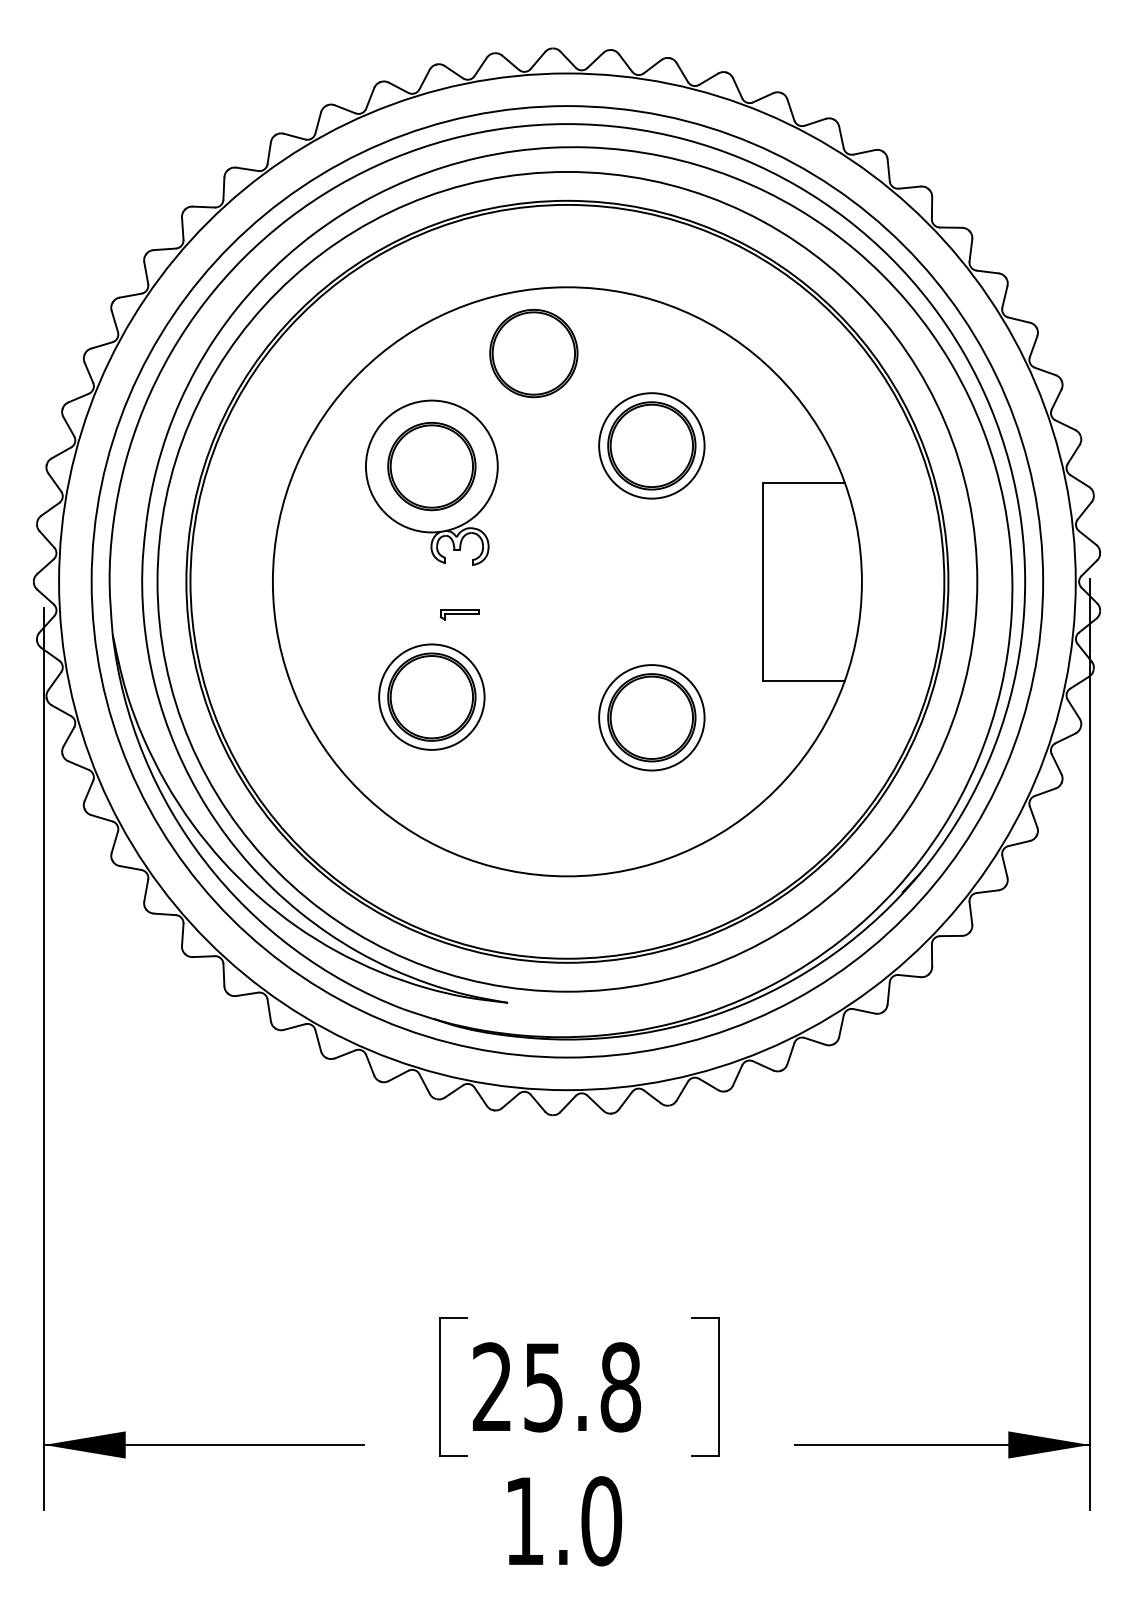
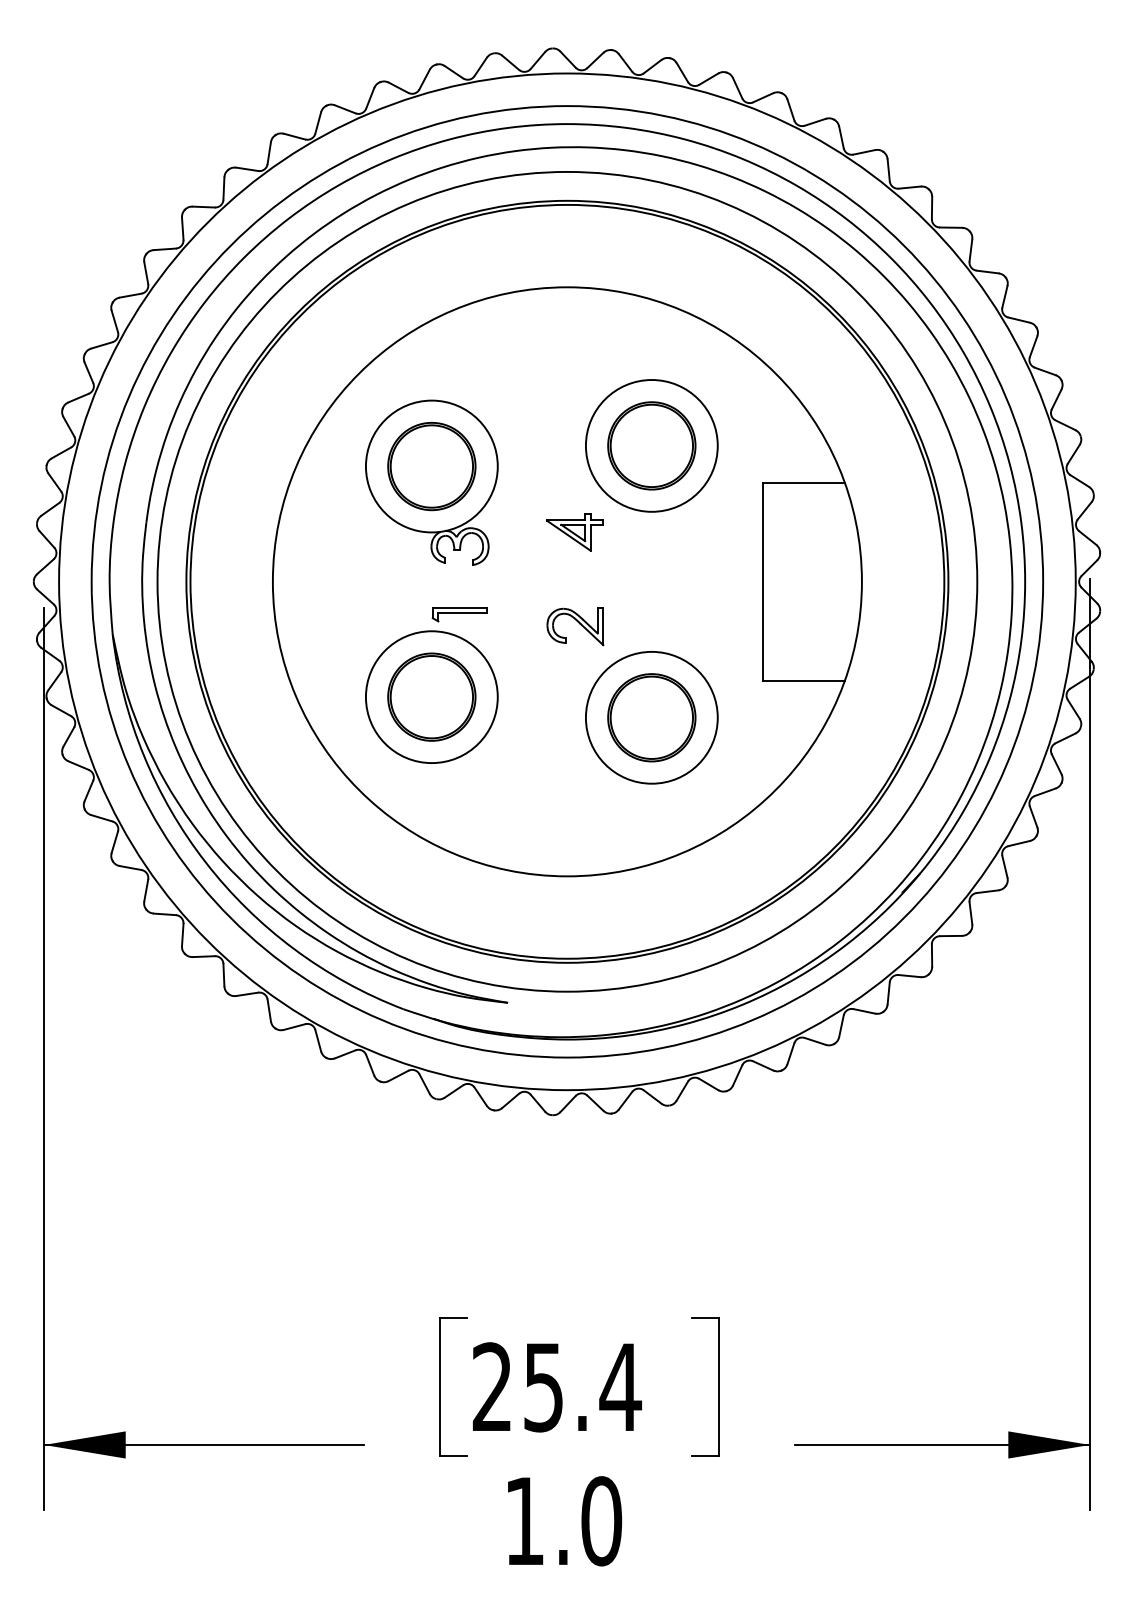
part at (533, 353): present -> none
circle at (651, 445) diameter: 105 px -> 132 px
part at (574, 532): none -> present
part at (459, 614) size: 41x12 px -> 57x16 px
part at (575, 626): none -> present
circle at (431, 696) diameter: 105 px -> 132 px
circle at (651, 717) diameter: 105 px -> 132 px
text at (620, 1387): 25.8 -> 25.4
